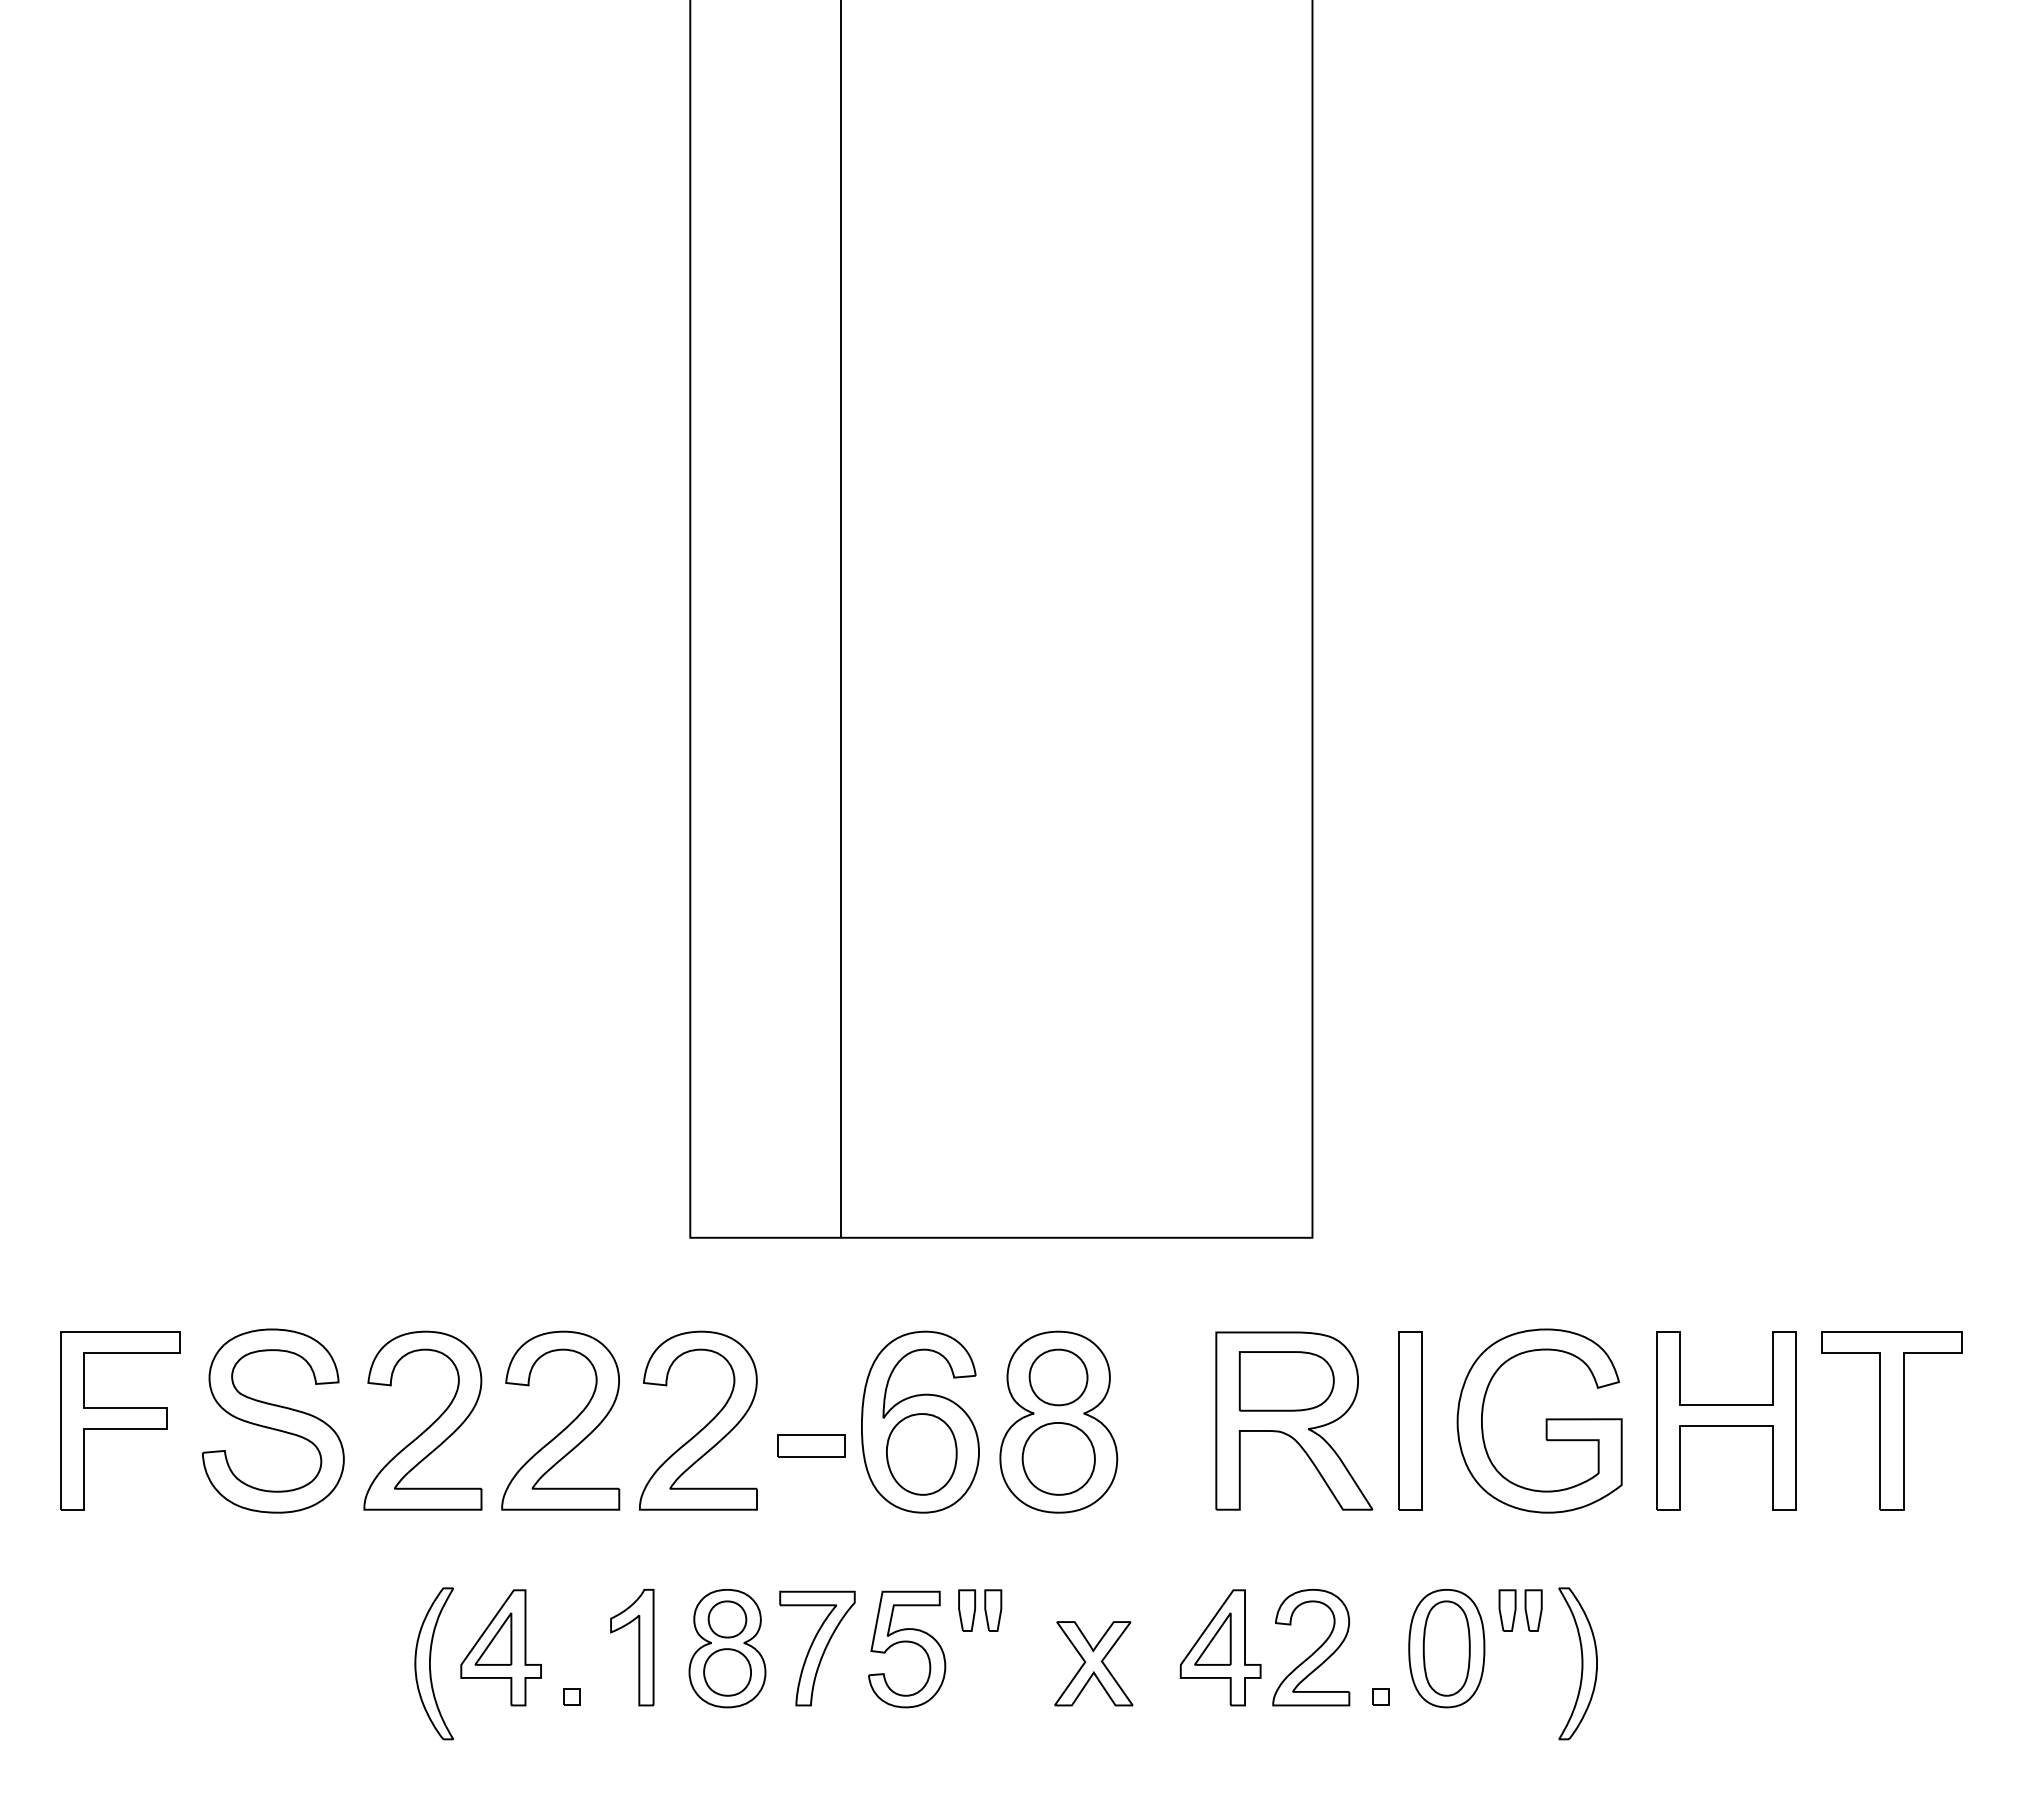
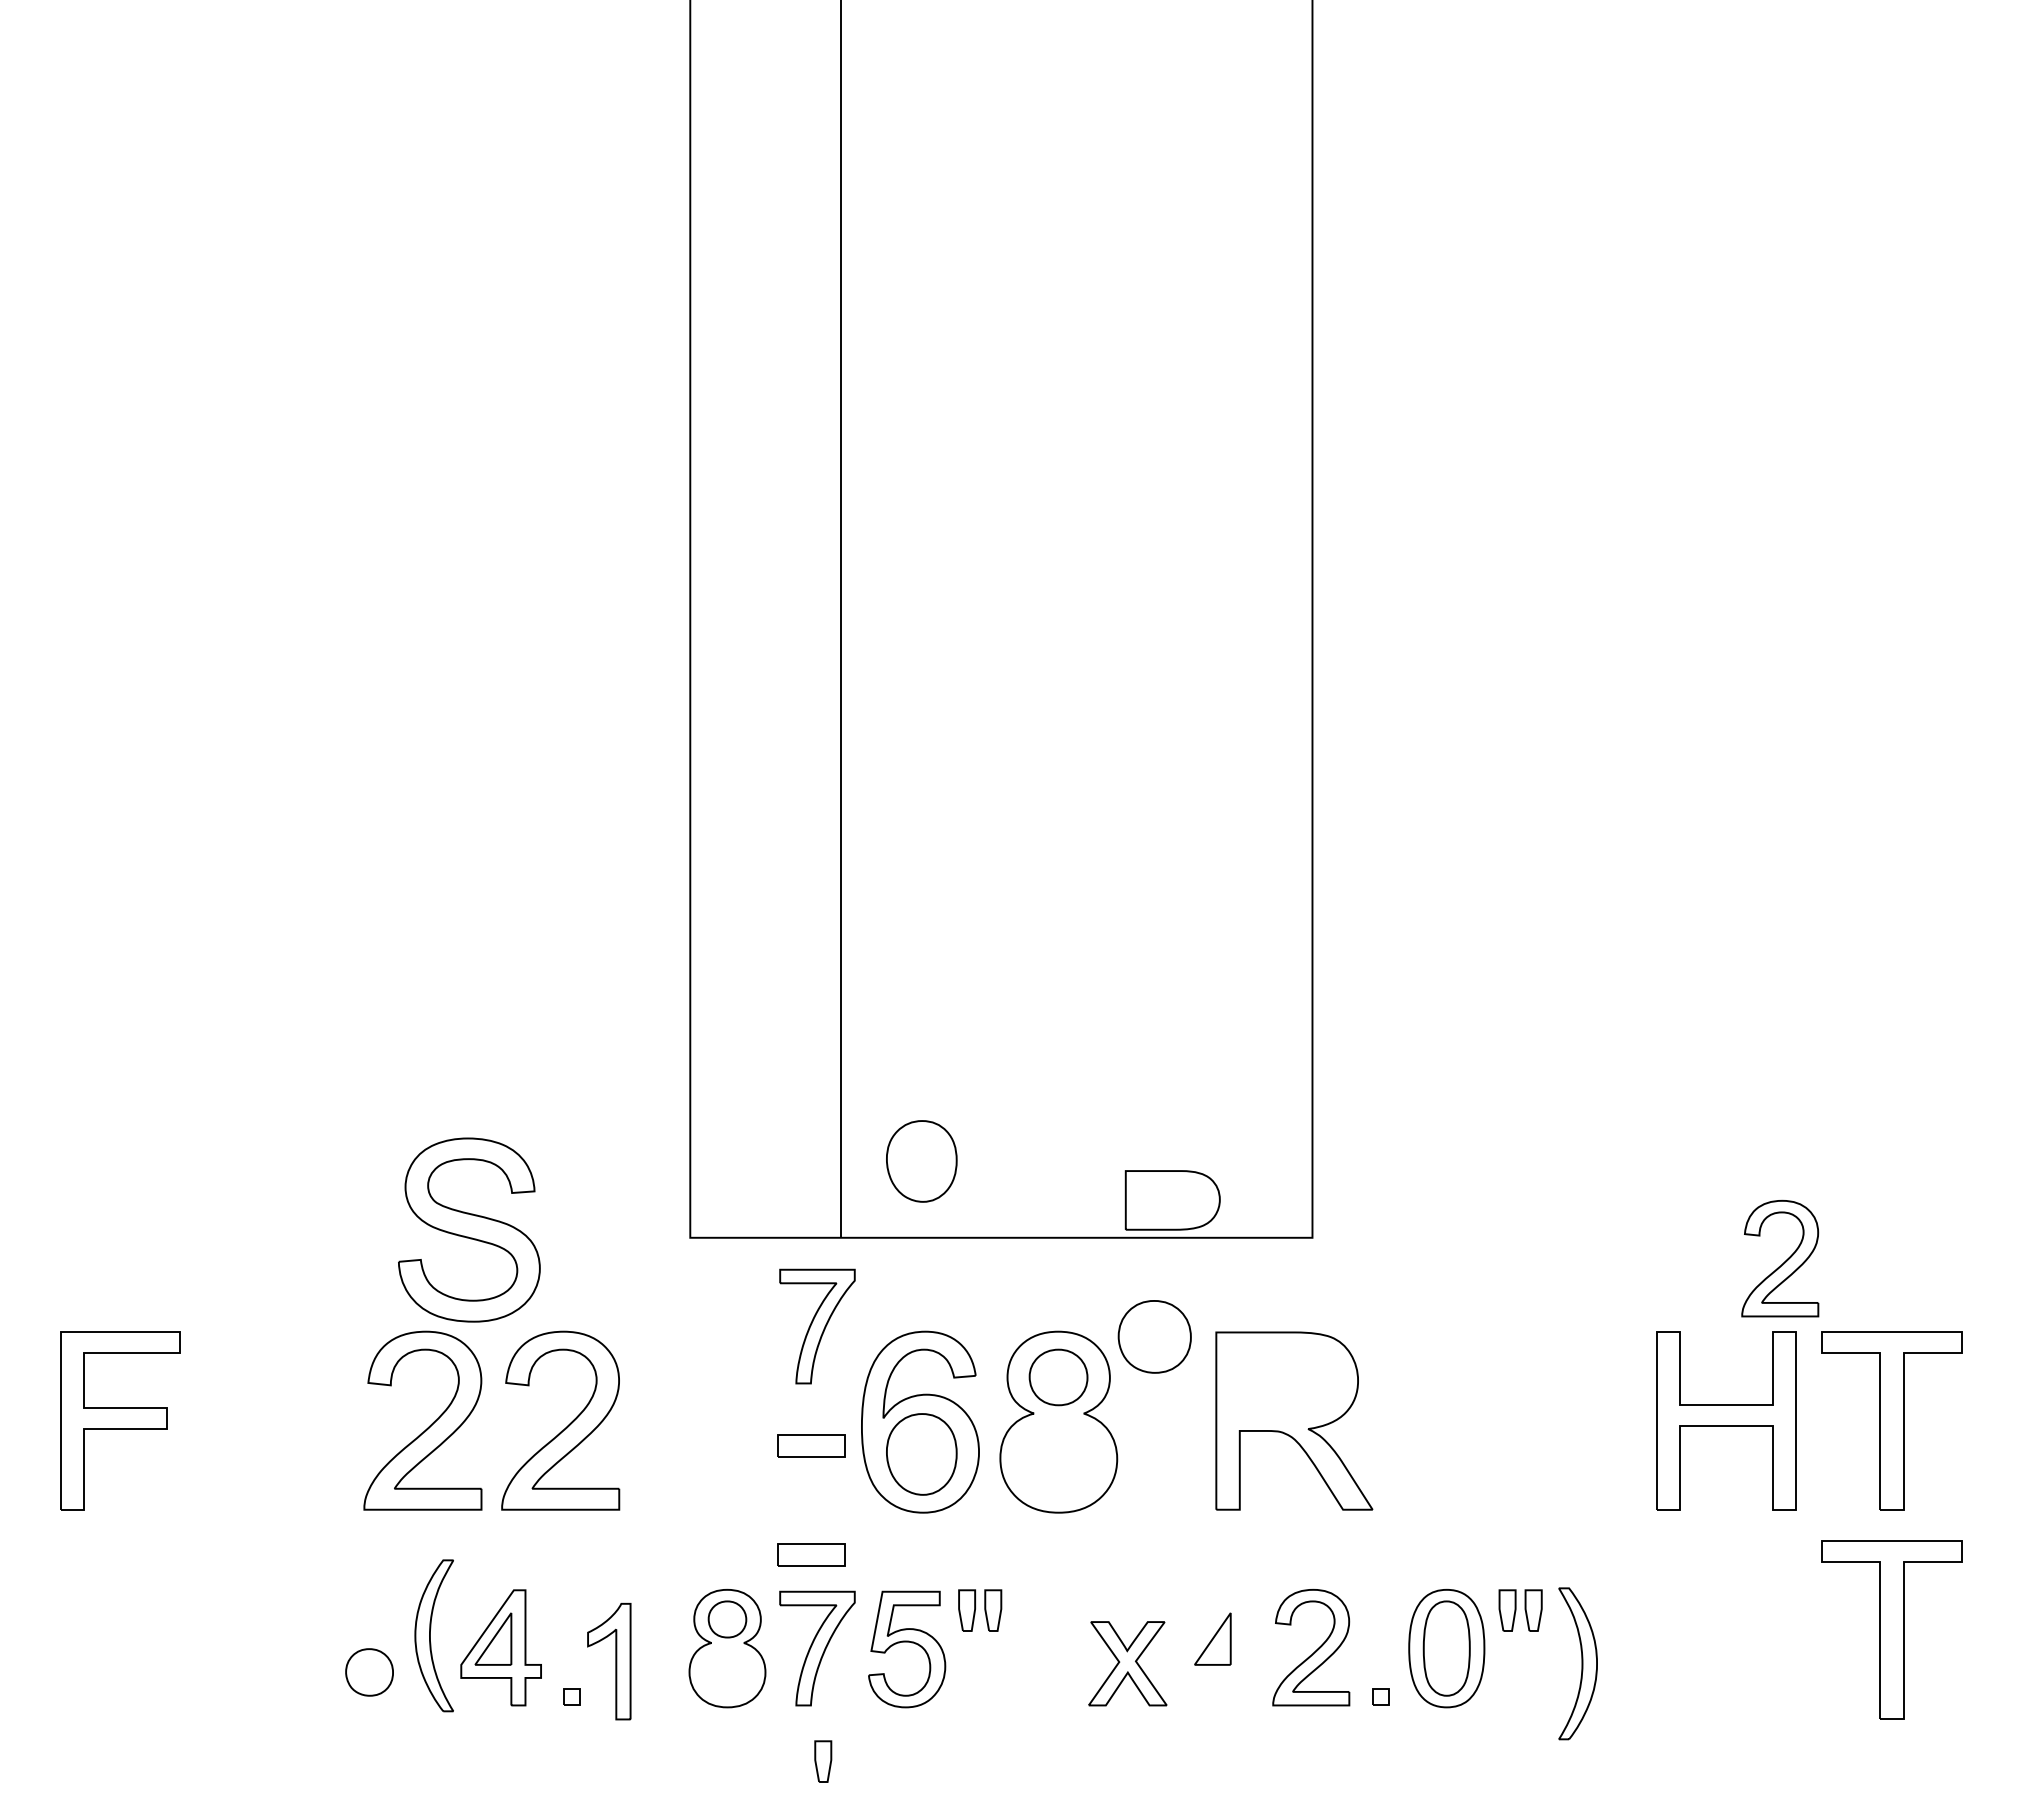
part at (921, 1161): none -> present
part at (1780, 1258): none -> present
part at (817, 1326): none -> present
part at (1286, 1381) position: (1286, 1381) -> (1172, 1200)
part at (273, 1420) position: (273, 1420) -> (469, 1229)
part at (1410, 1420): present -> none
part at (1539, 1420): present -> none
part at (704, 1426): present -> none
part at (1058, 1458) position: (1058, 1458) -> (1154, 1336)
part at (811, 1554): none -> present
part at (1891, 1629): none -> present
part at (632, 1647) position: (632, 1647) -> (609, 1661)
part at (1220, 1647): present -> none
part at (433, 1663) position: (433, 1663) -> (433, 1635)
part at (1093, 1663) position: (1093, 1663) -> (1127, 1663)
part at (727, 1672) position: (727, 1672) -> (369, 1672)
part at (823, 1761): none -> present
